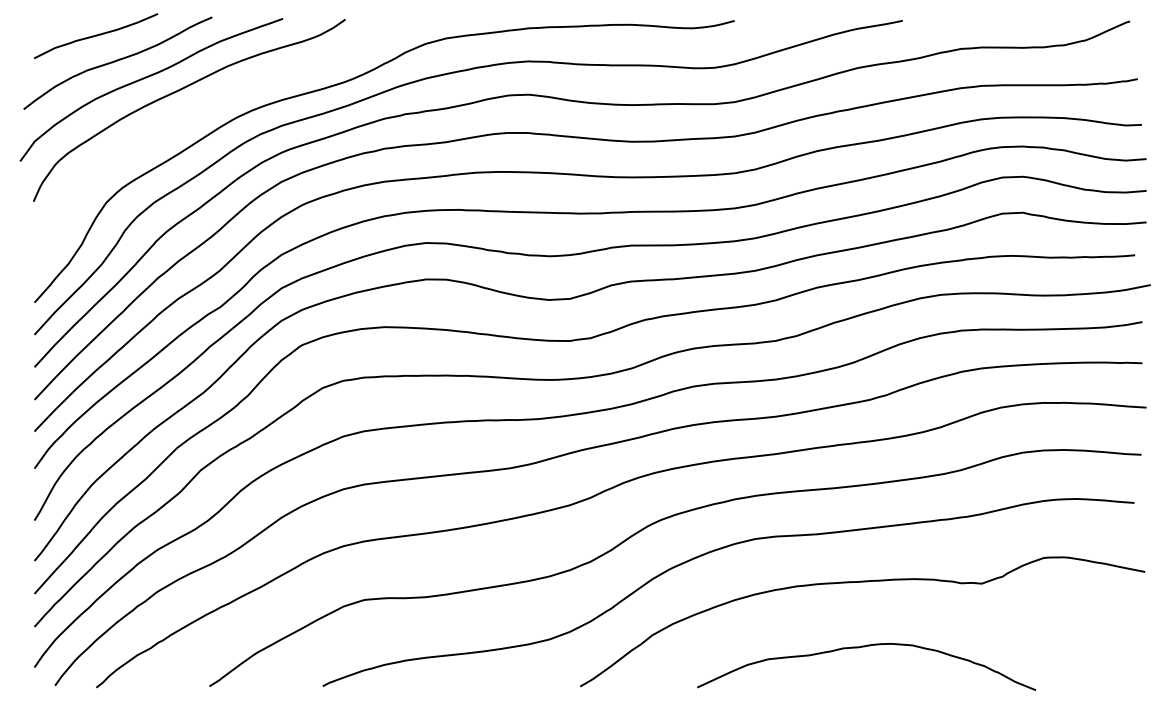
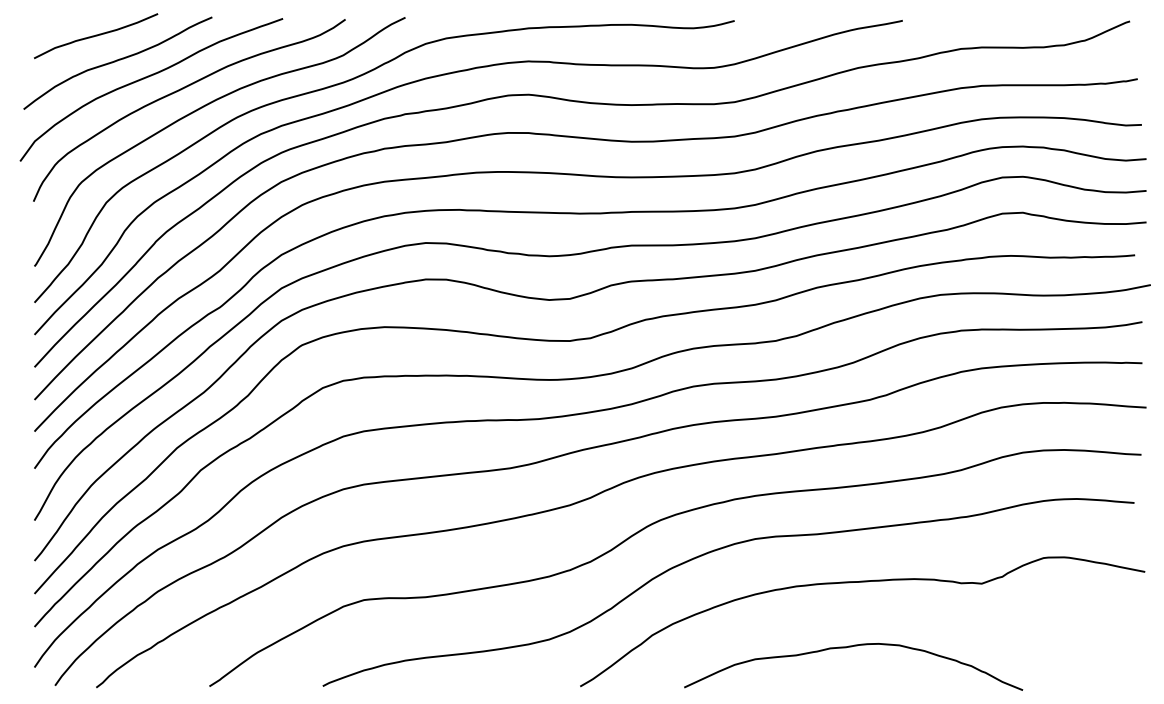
curve at (202, 108): none -> present
curve at (864, 647) position: (864, 647) -> (851, 647)
